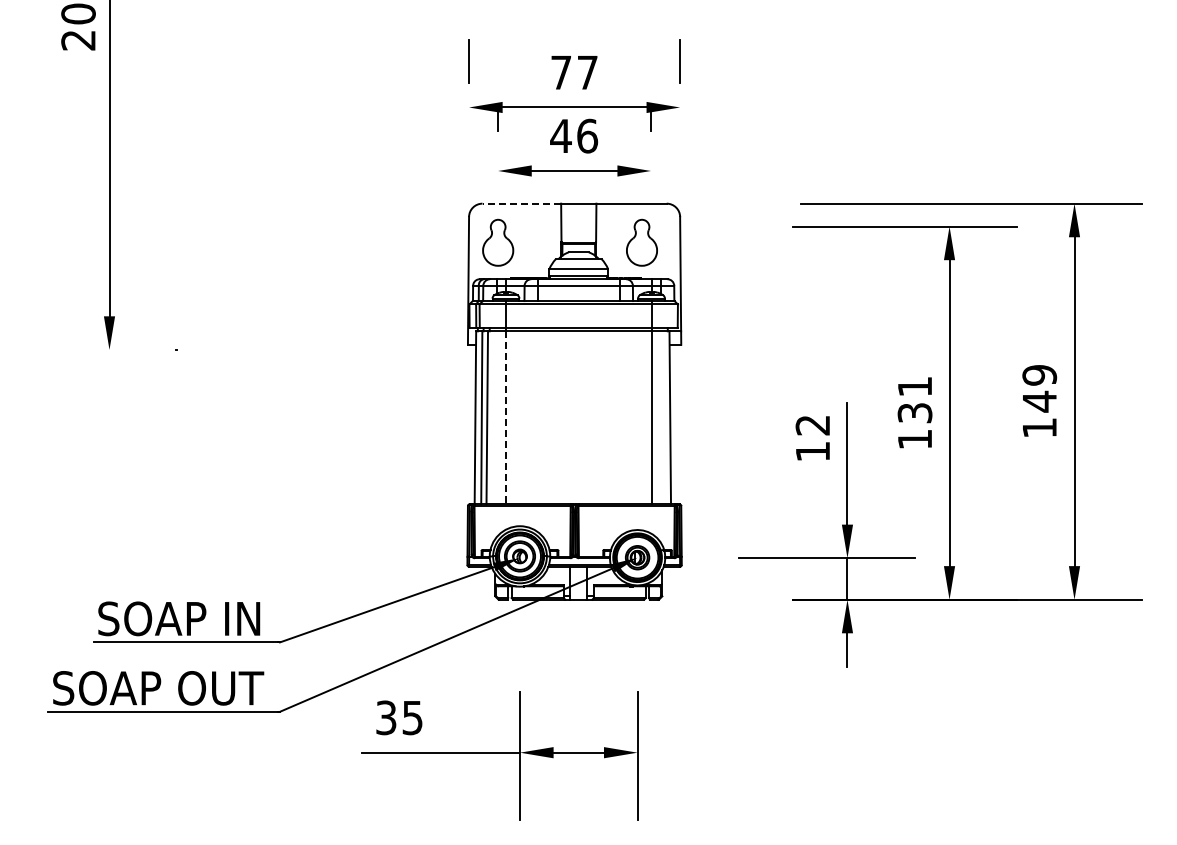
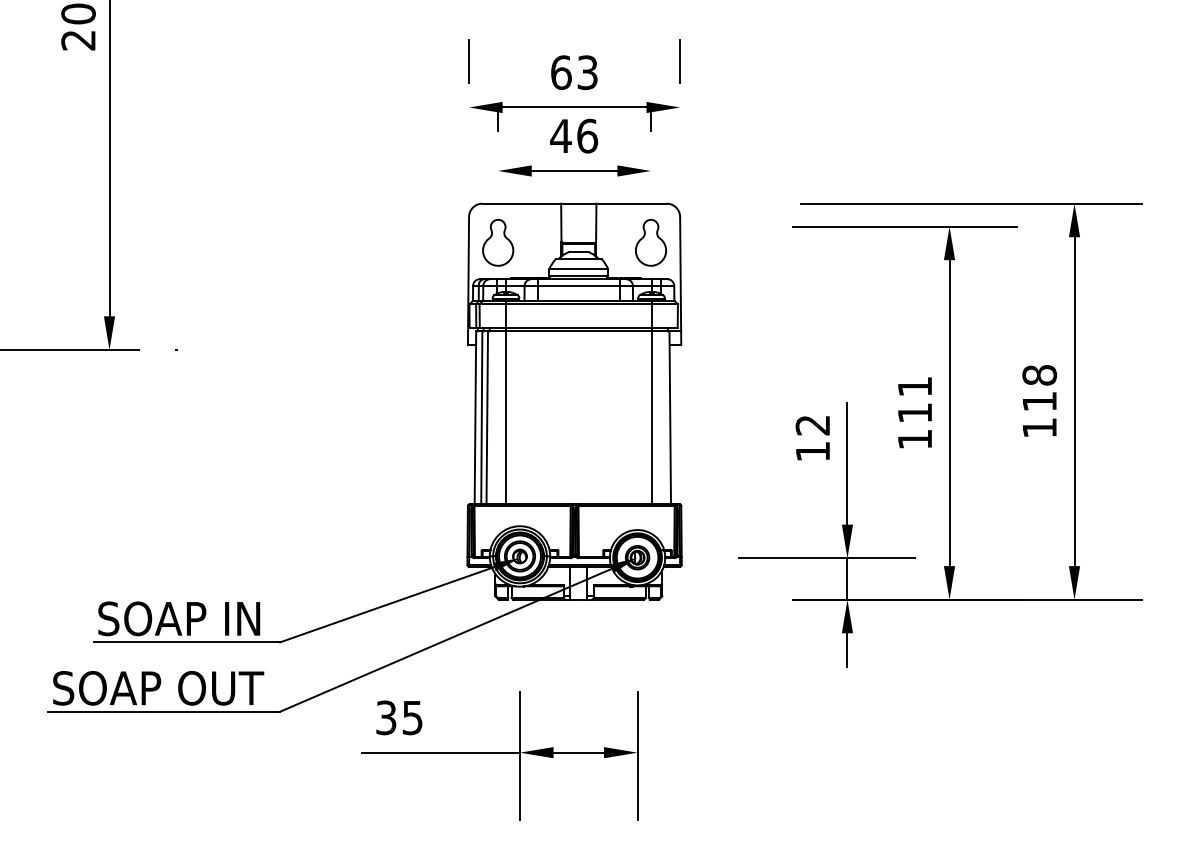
text at (574, 72): 77 -> 63
line at (521, 203): dashed -> solid
part at (641, 242) position: (641, 242) -> (650, 242)
line at (70, 349): none -> present
text at (1039, 388): 149 -> 118
text at (914, 413): 131 -> 111
line at (505, 418): dashed -> solid
